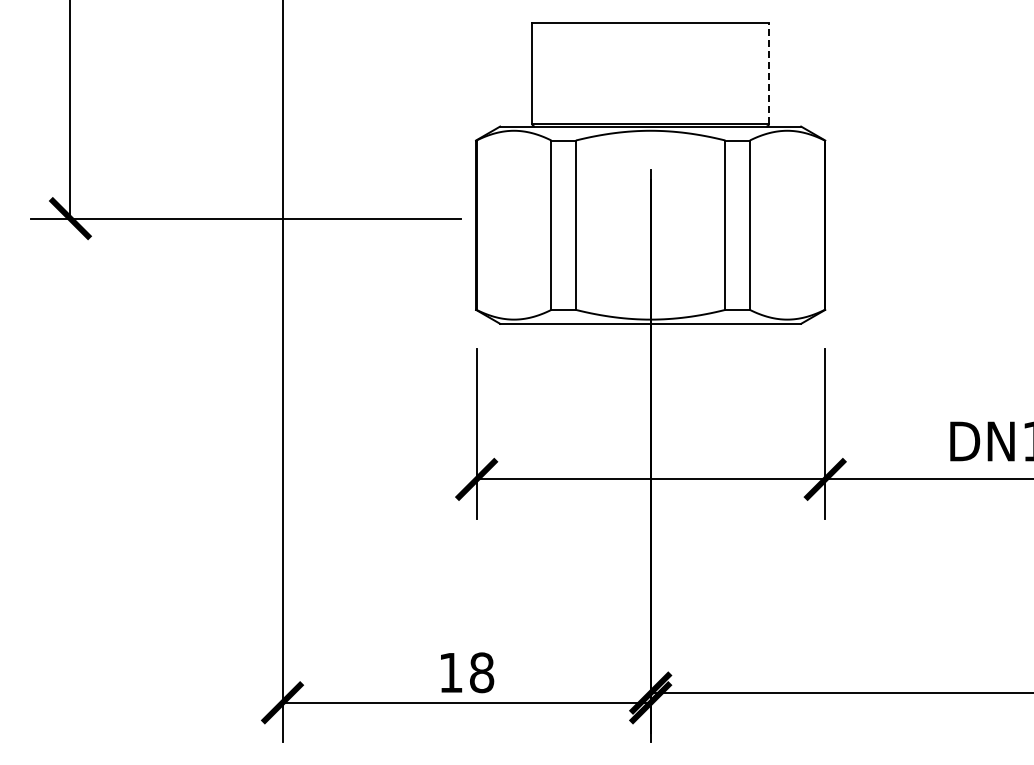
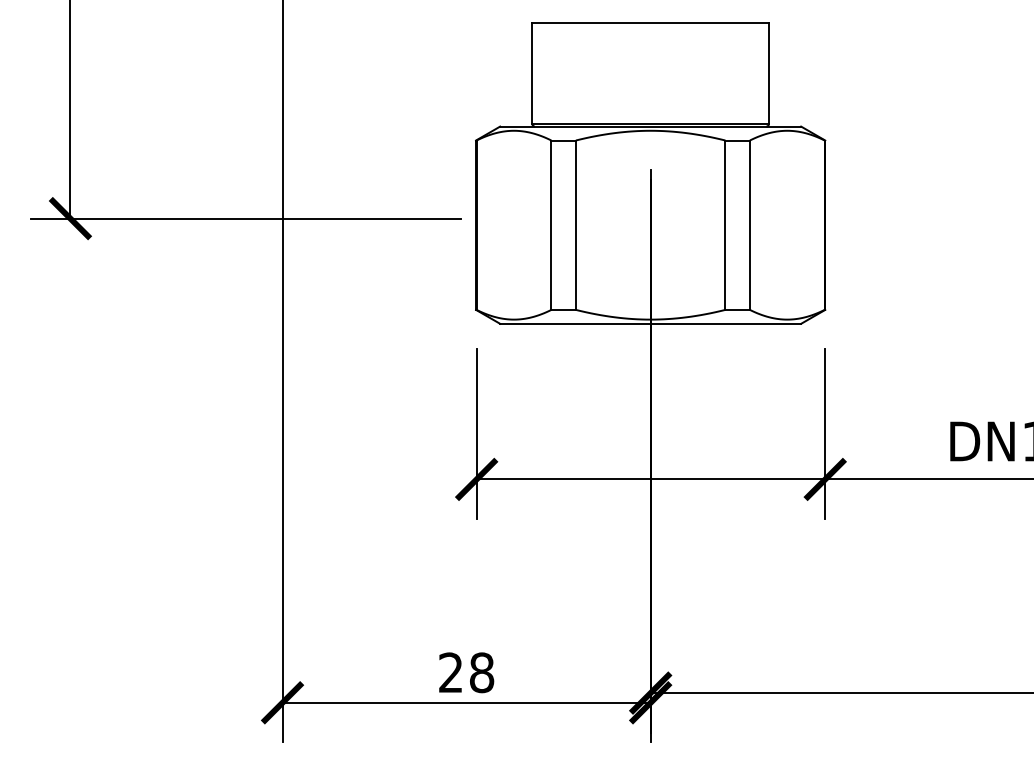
line at (768, 73): dashed -> solid
text at (450, 672): 18 -> 28
